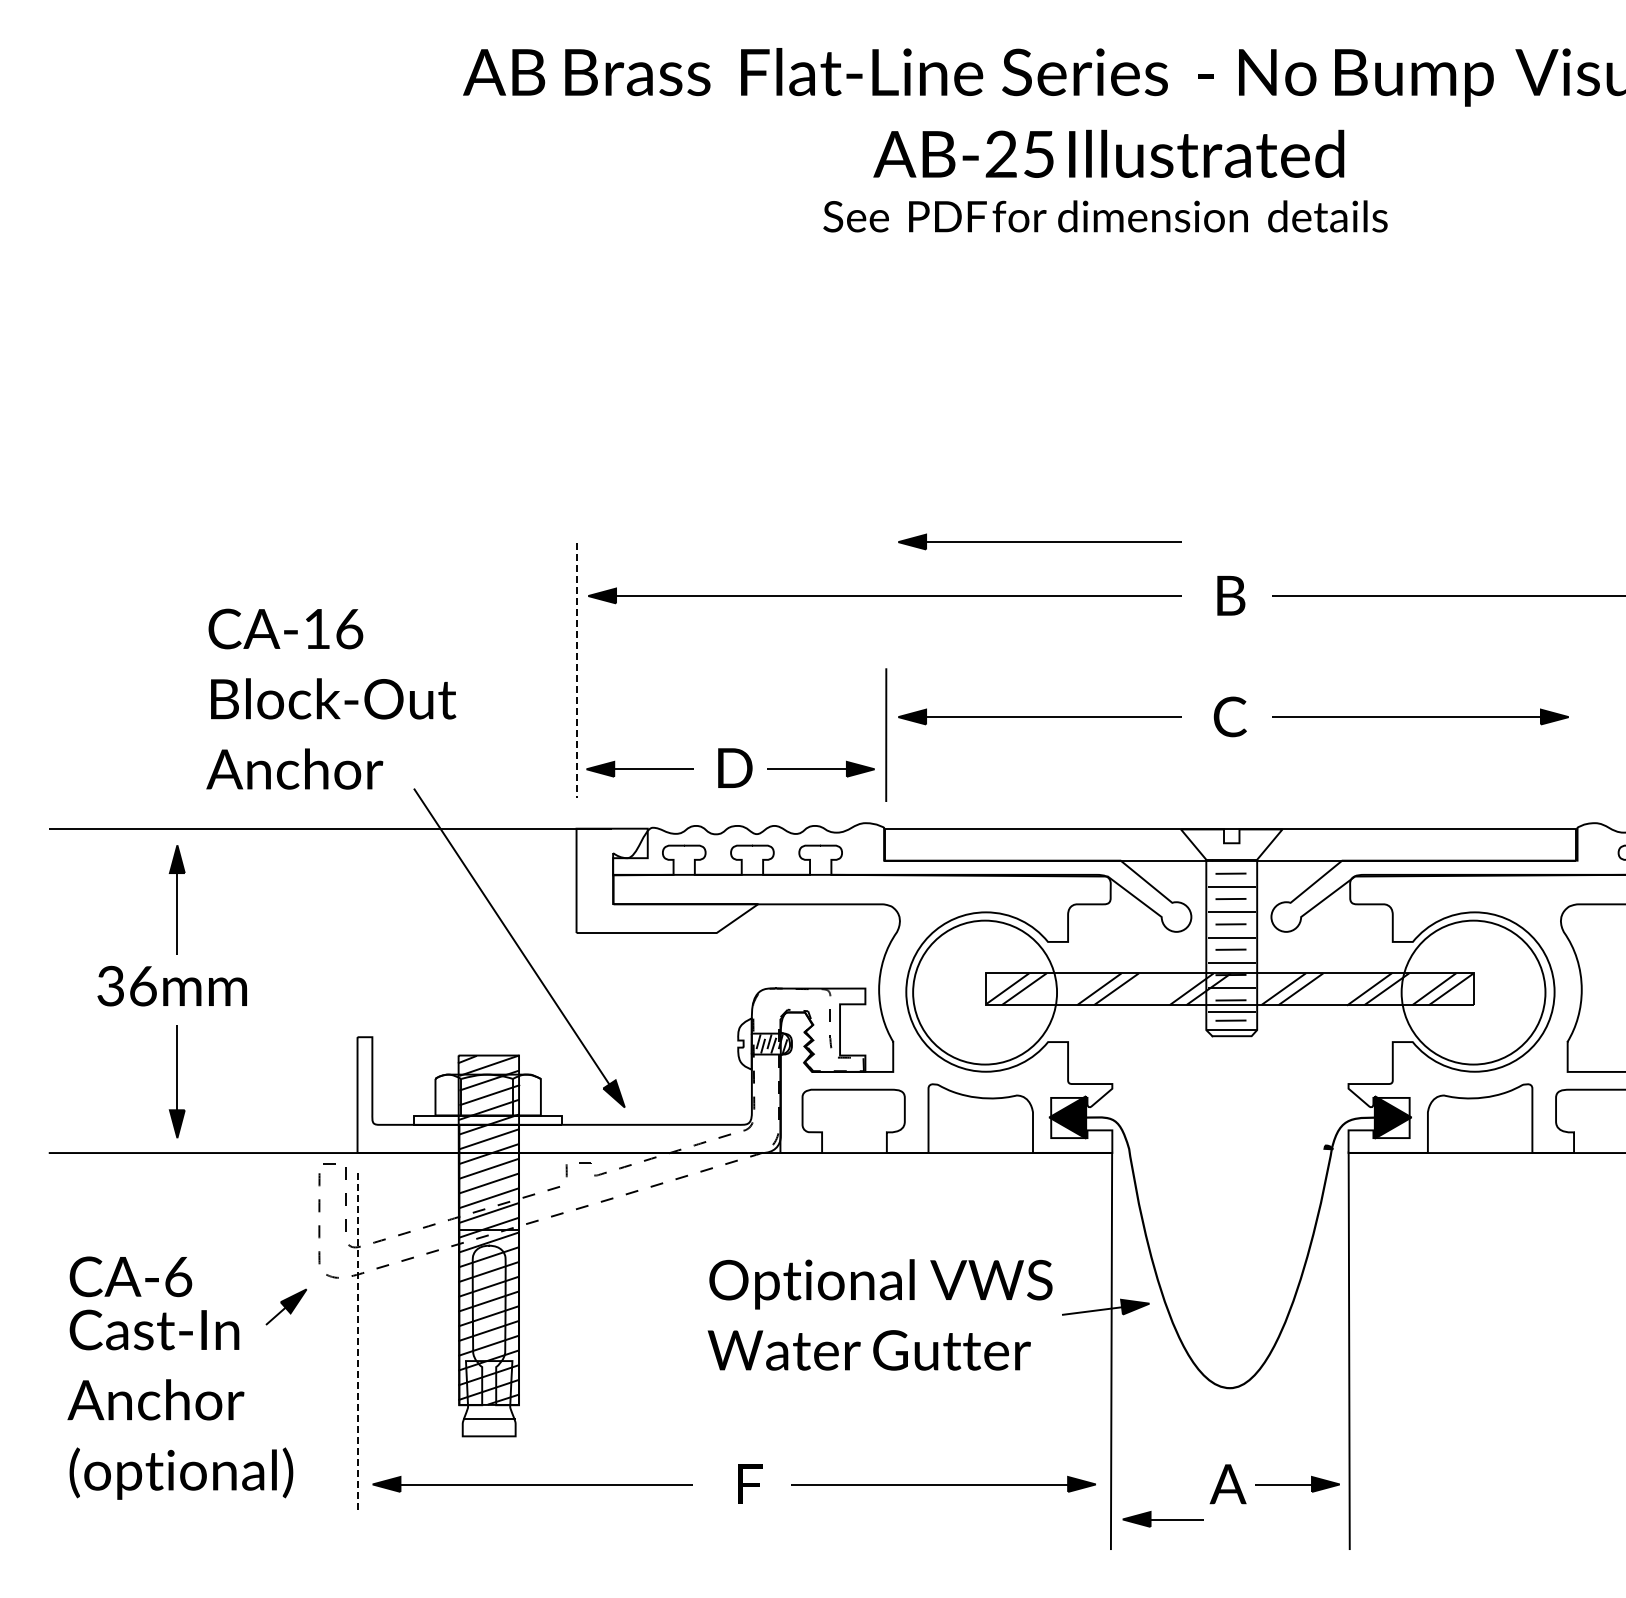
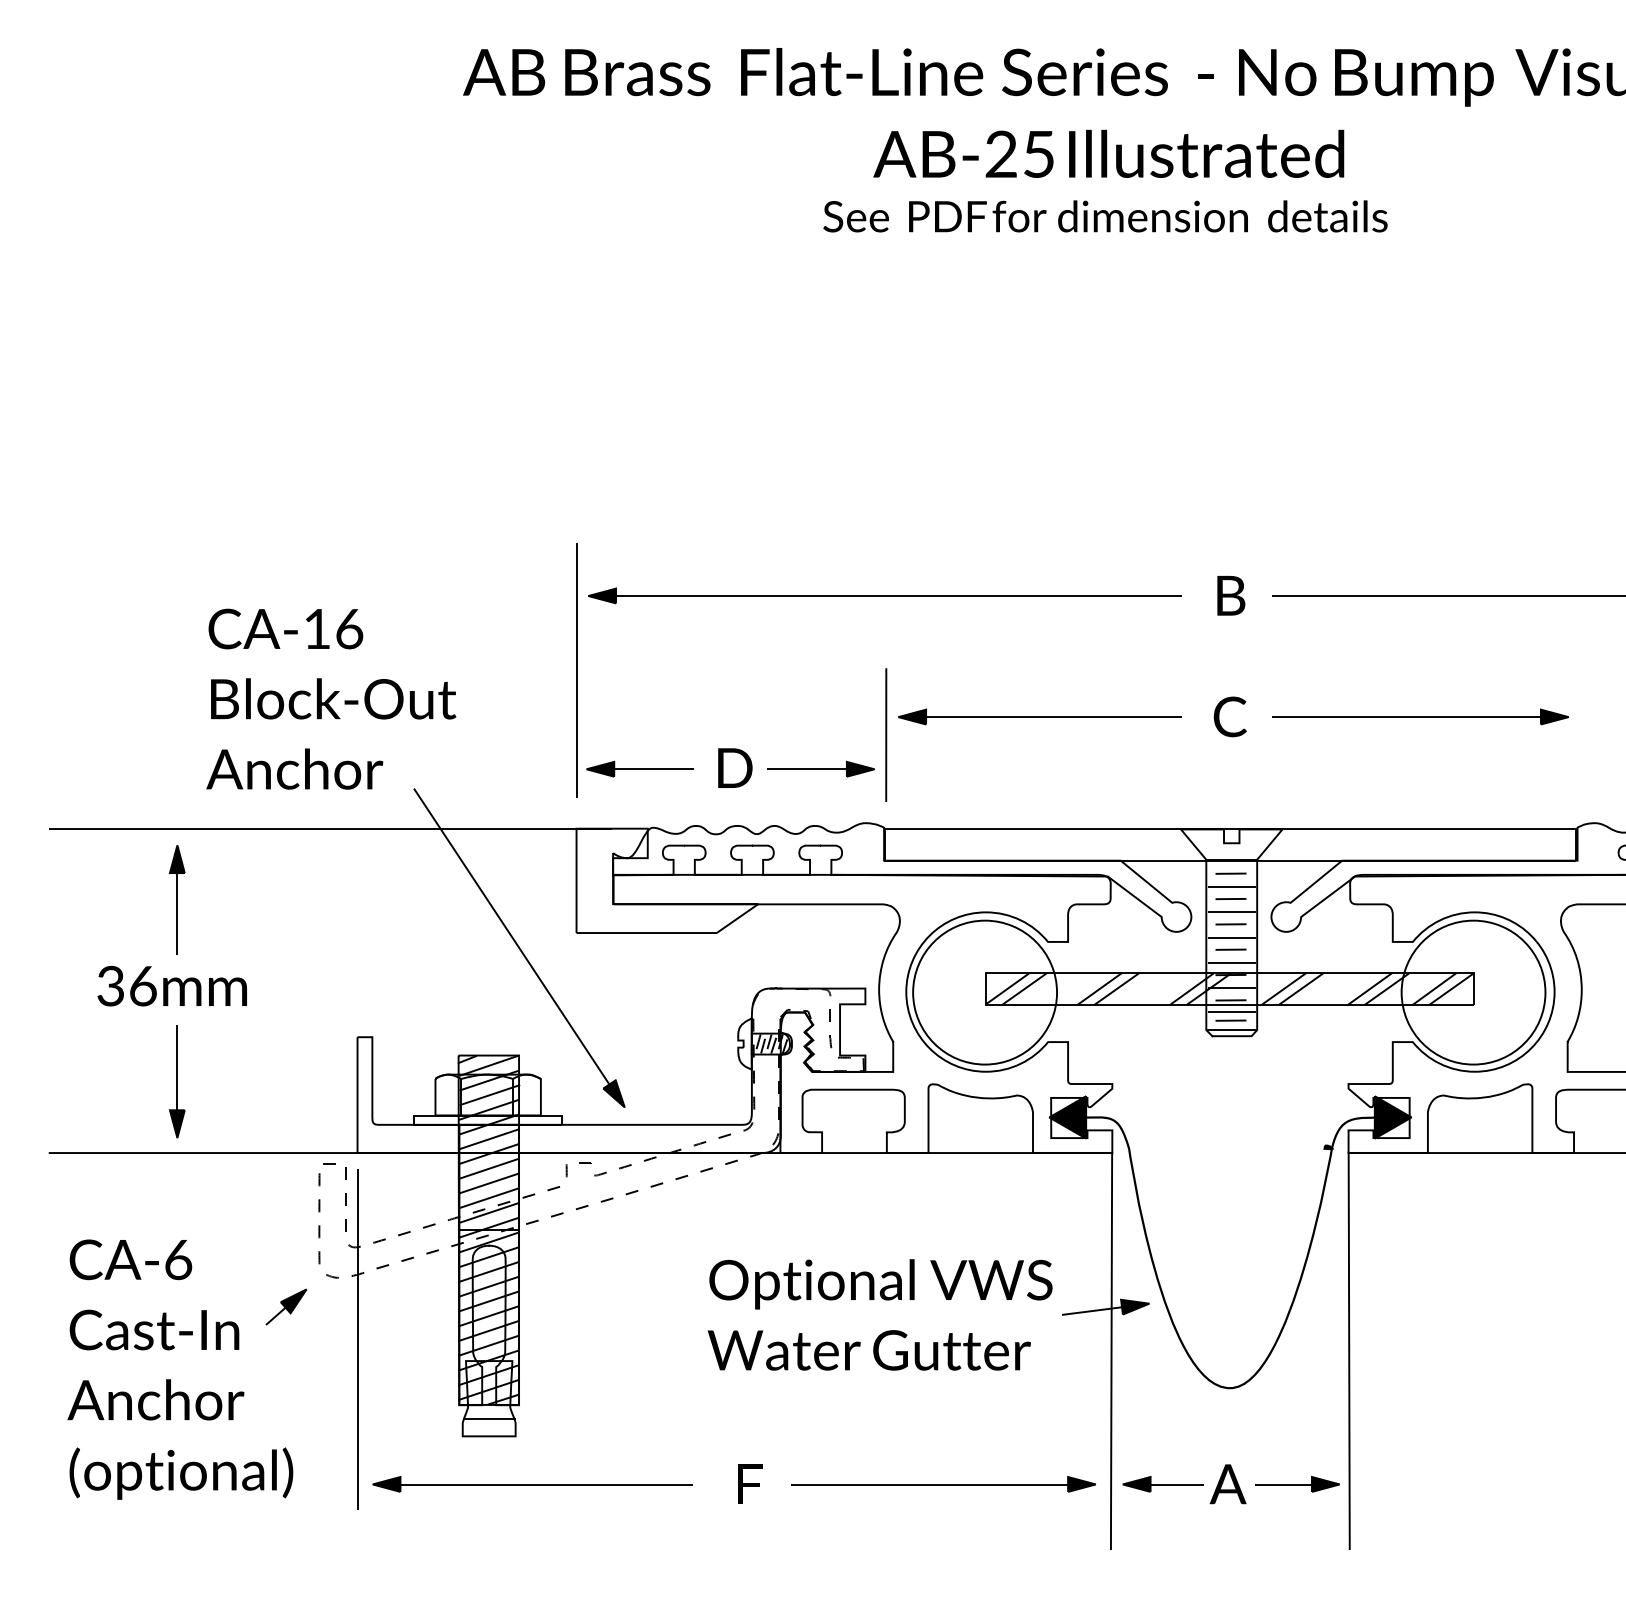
part at (1039, 541): present -> none
line at (576, 670): dashed -> solid
text at (130, 1276) position: (130, 1276) -> (130, 1259)
line at (358, 1339): dashed -> solid
part at (1162, 1519) position: (1162, 1519) -> (1162, 1484)
